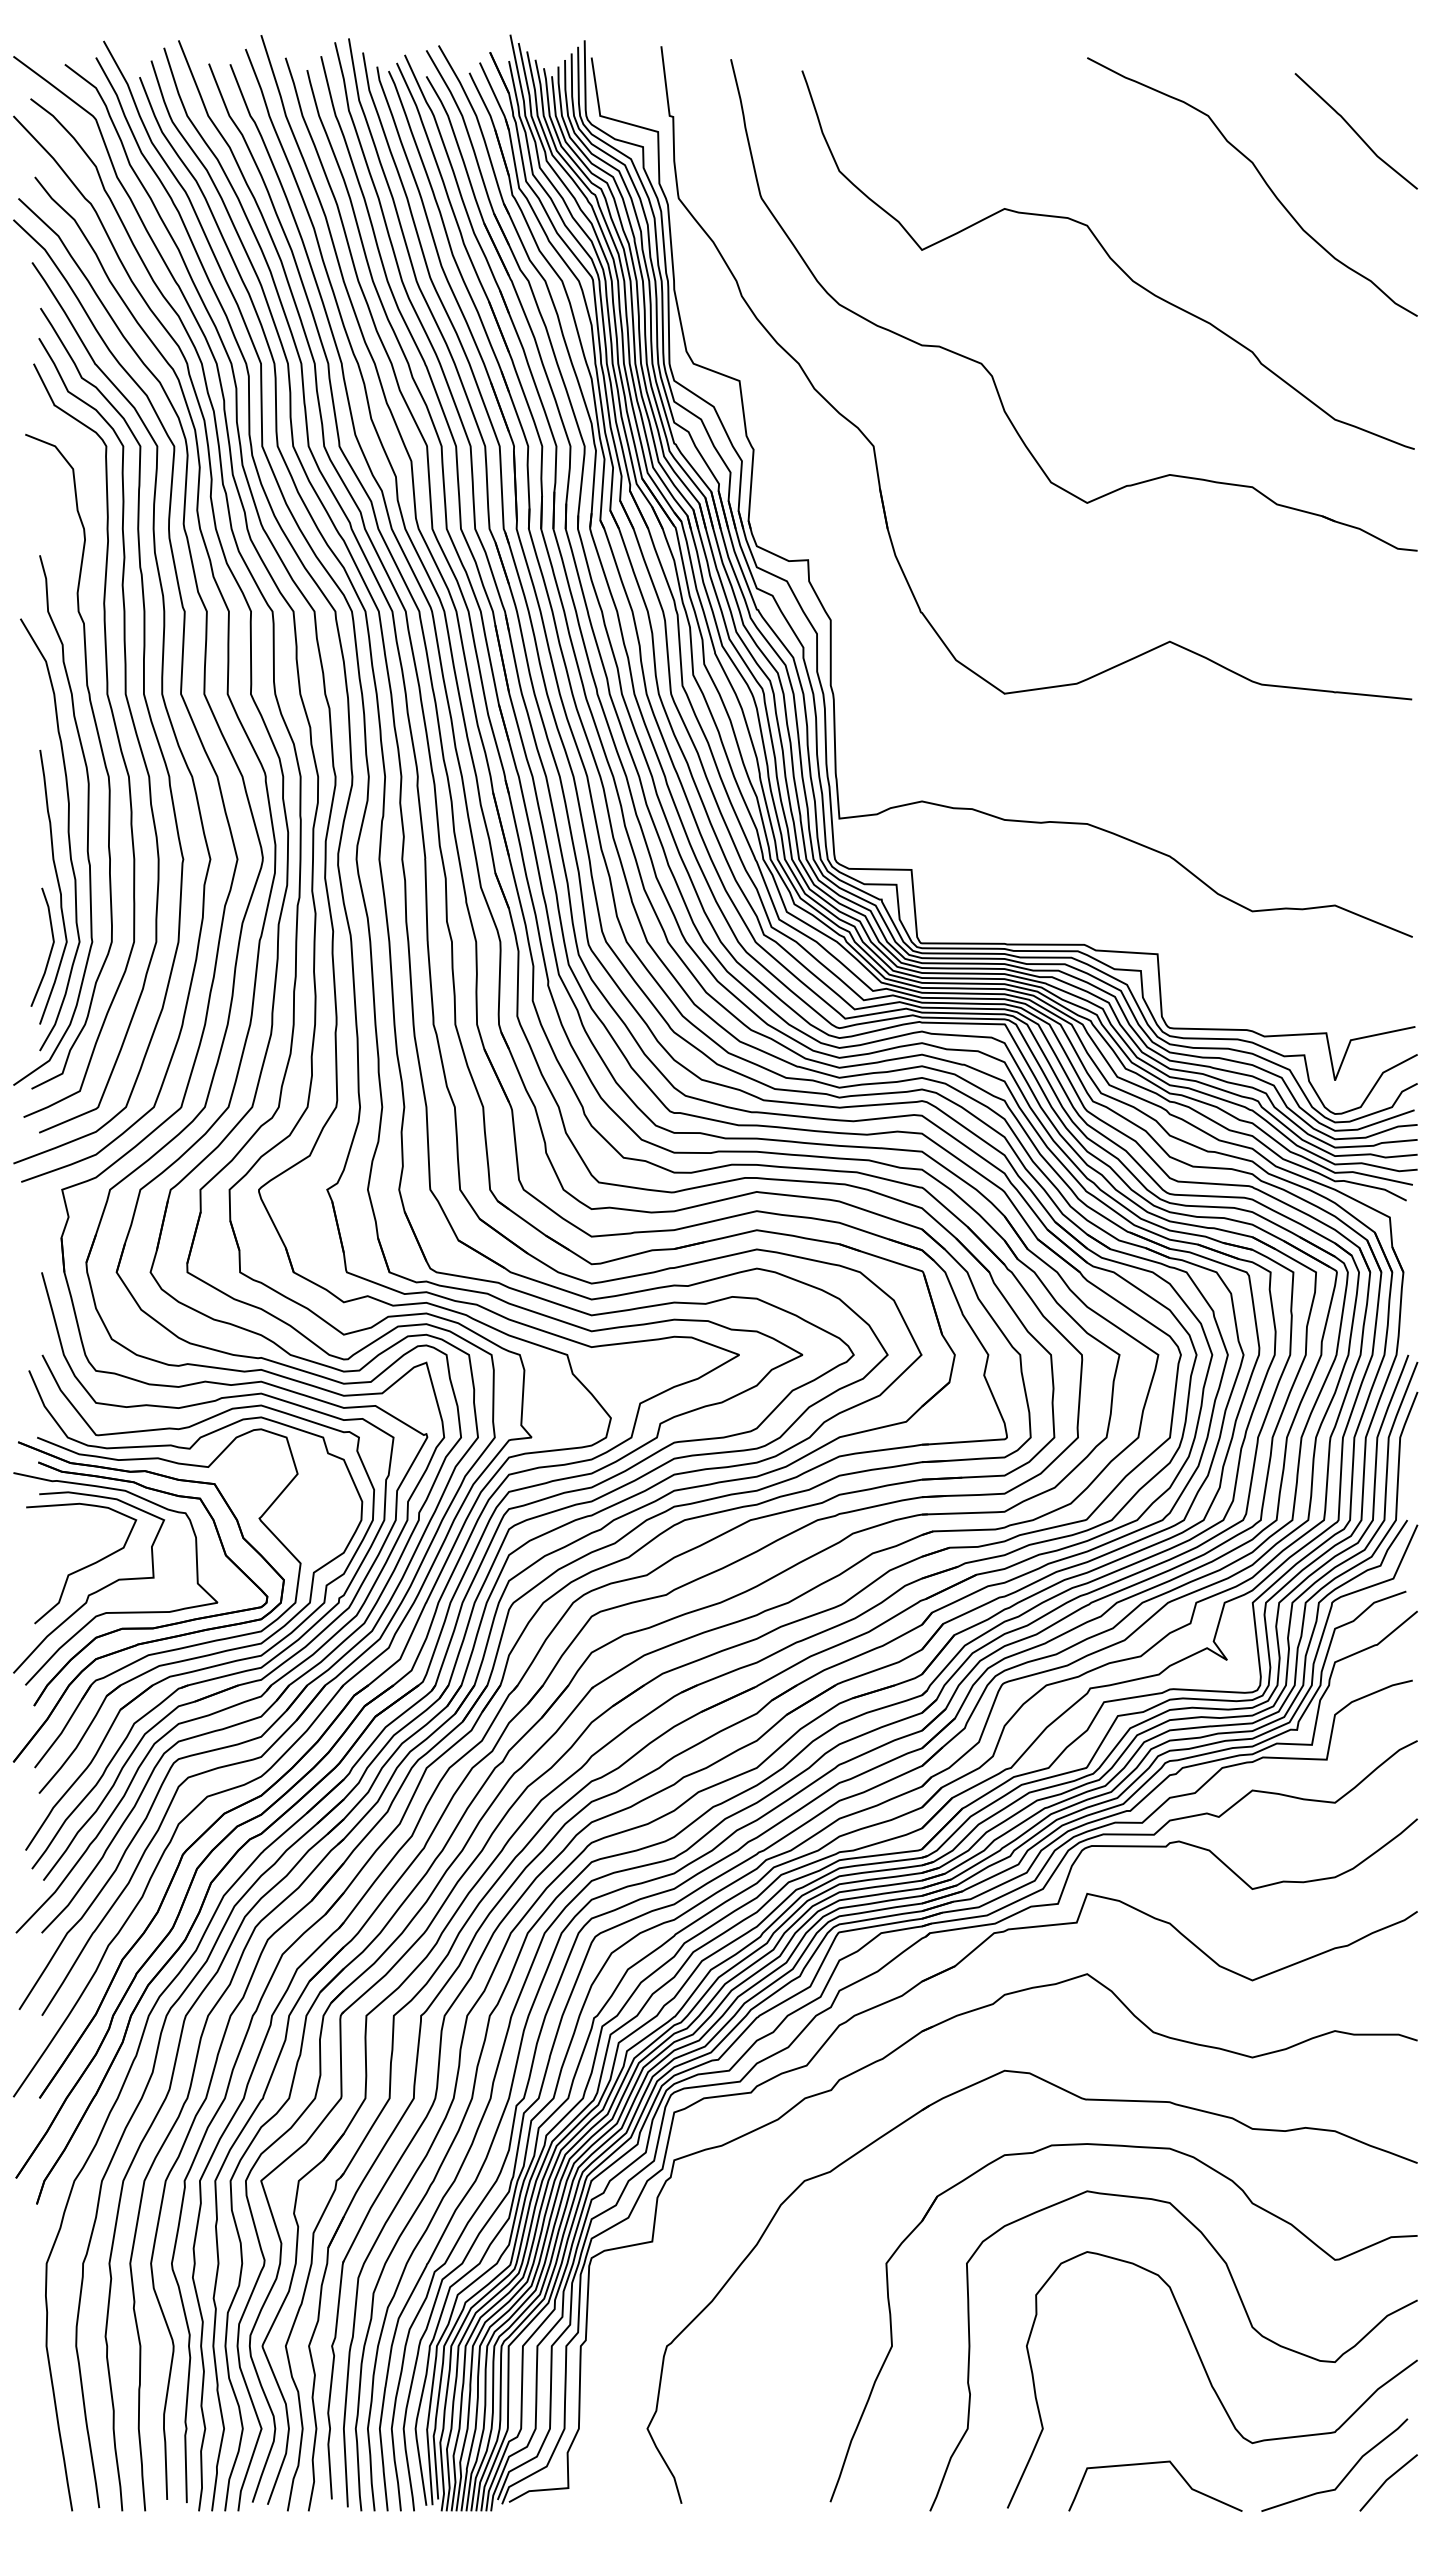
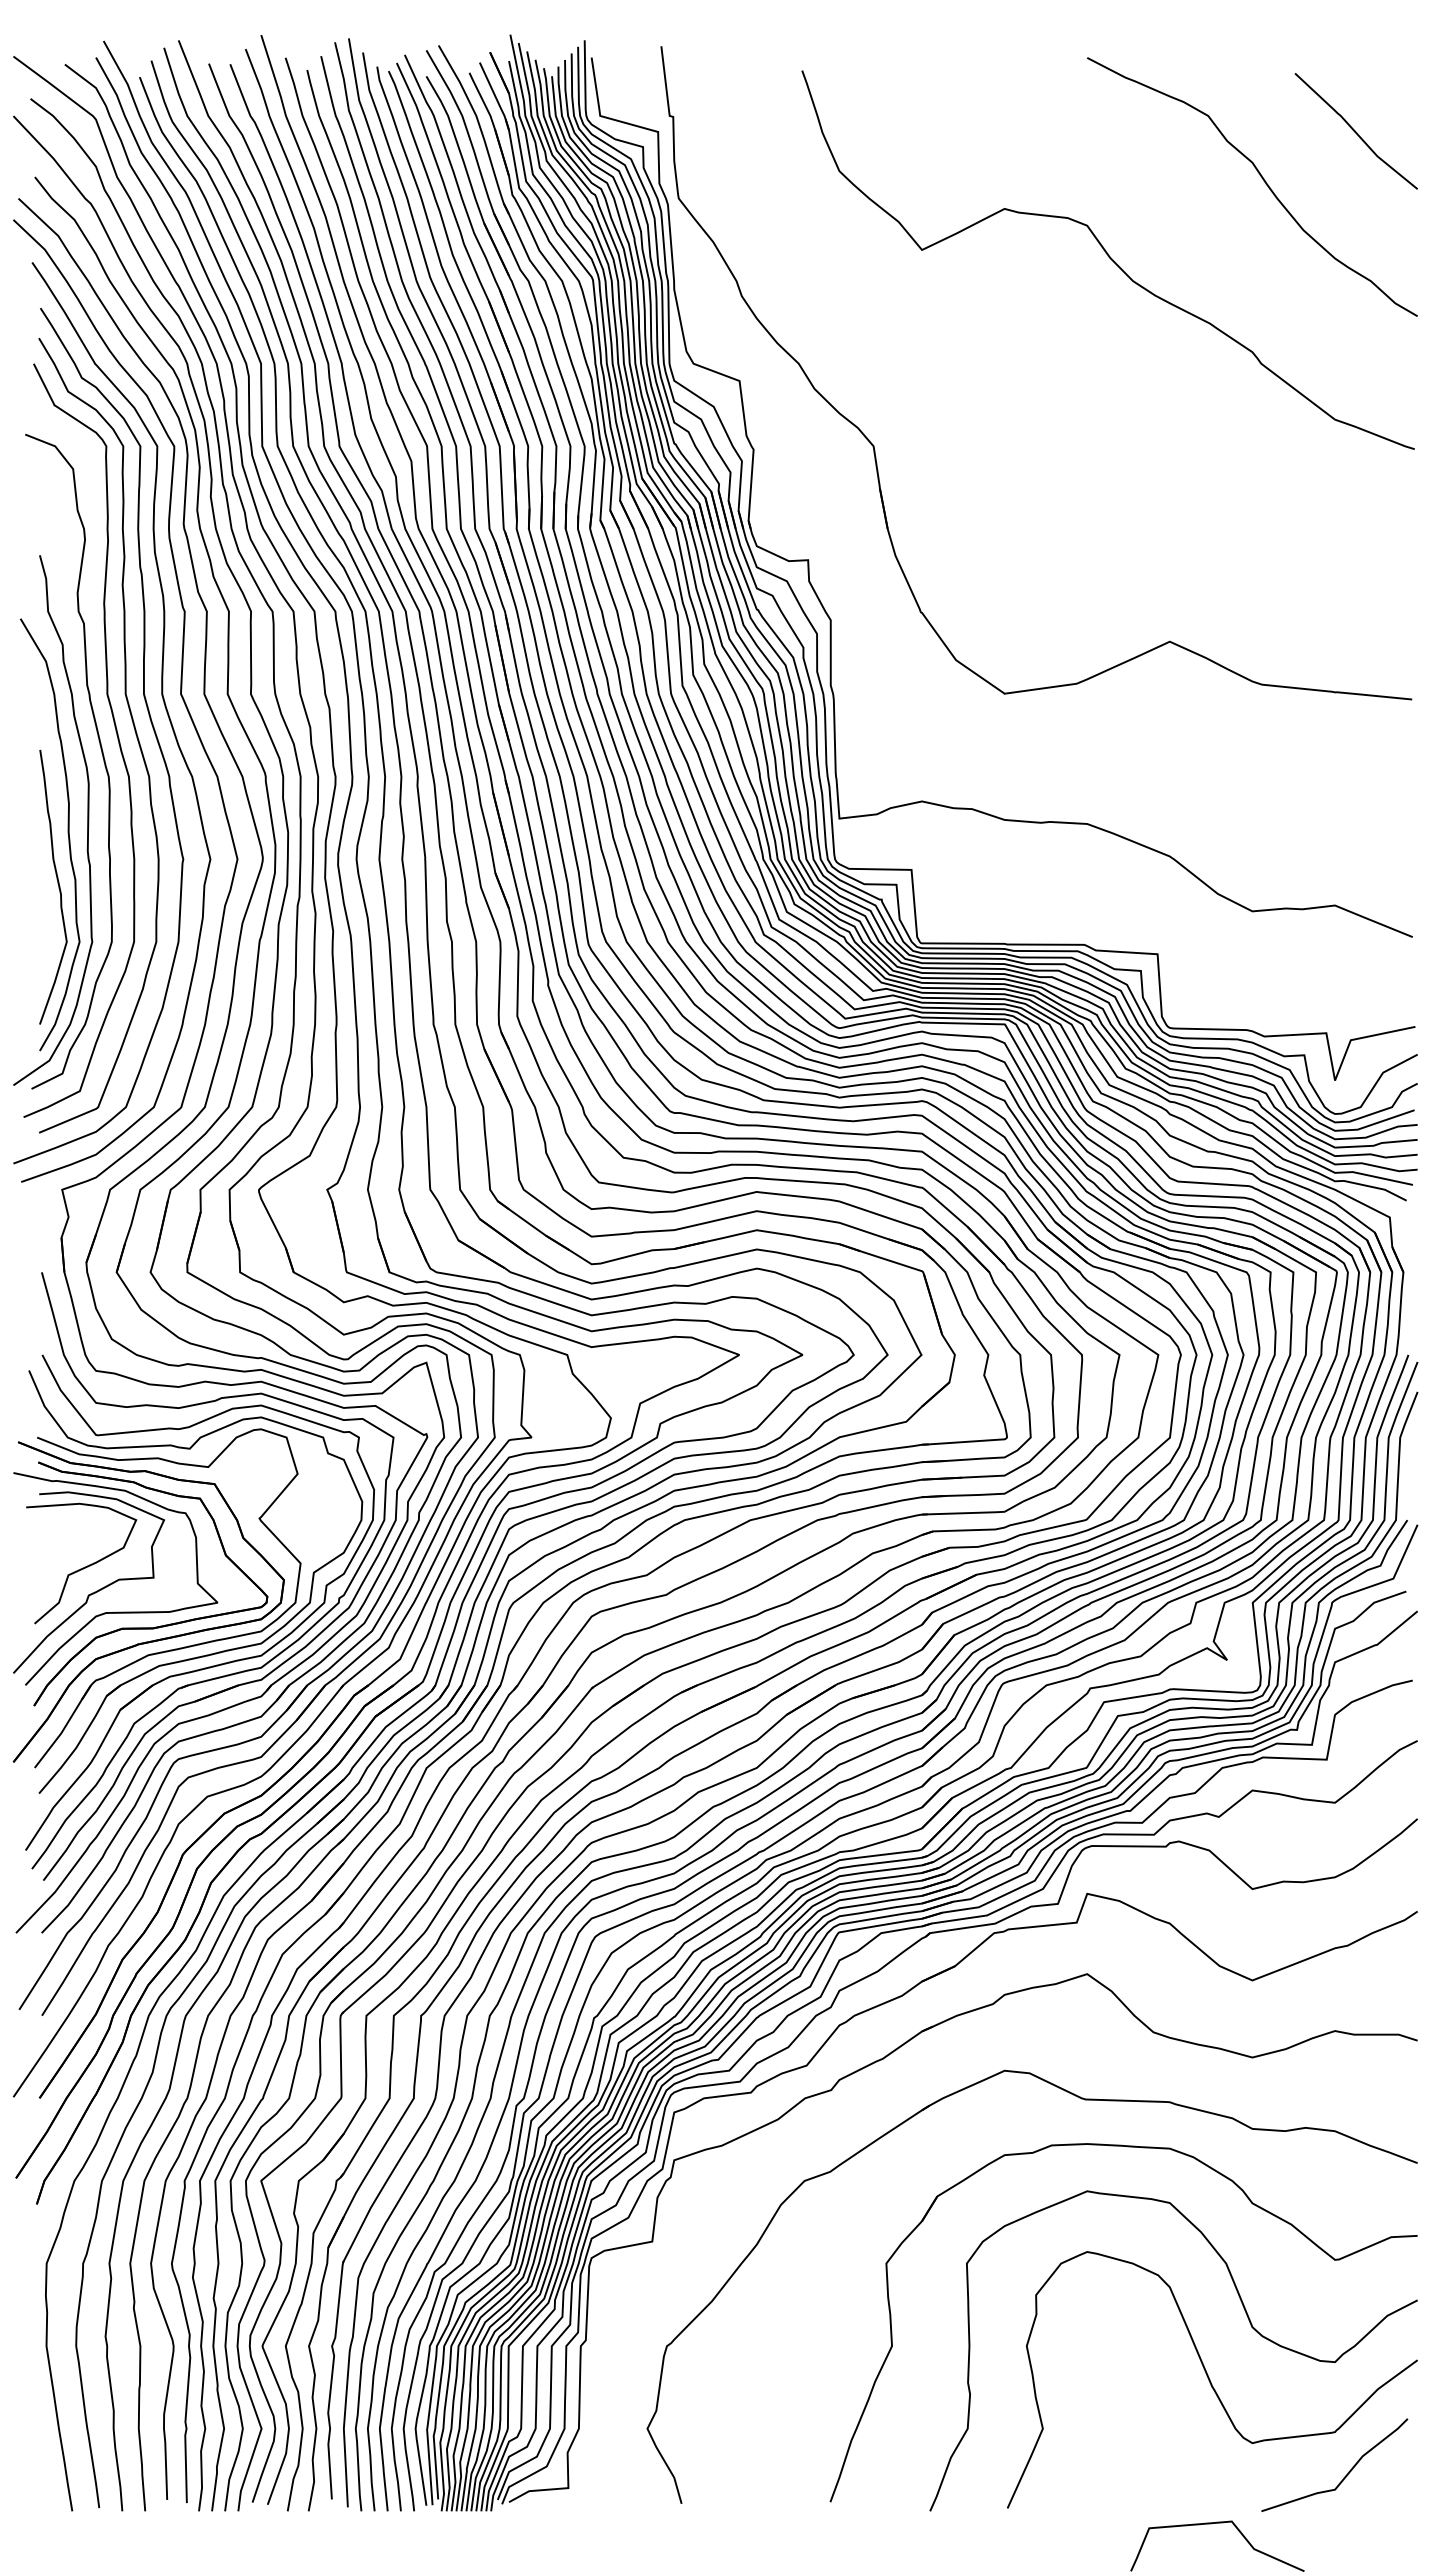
part at (991, 373): present -> none
line at (50, 949): present -> none
curve at (1149, 2464) position: (1149, 2464) -> (1211, 2524)
line at (1387, 2480): present -> none
